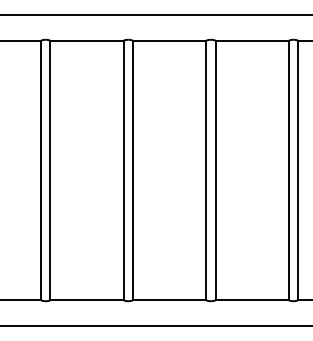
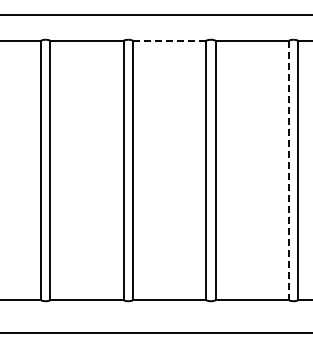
line at (169, 40): solid -> dashed
line at (288, 170): solid -> dashed
line at (155, 325) position: (155, 325) -> (155, 332)
